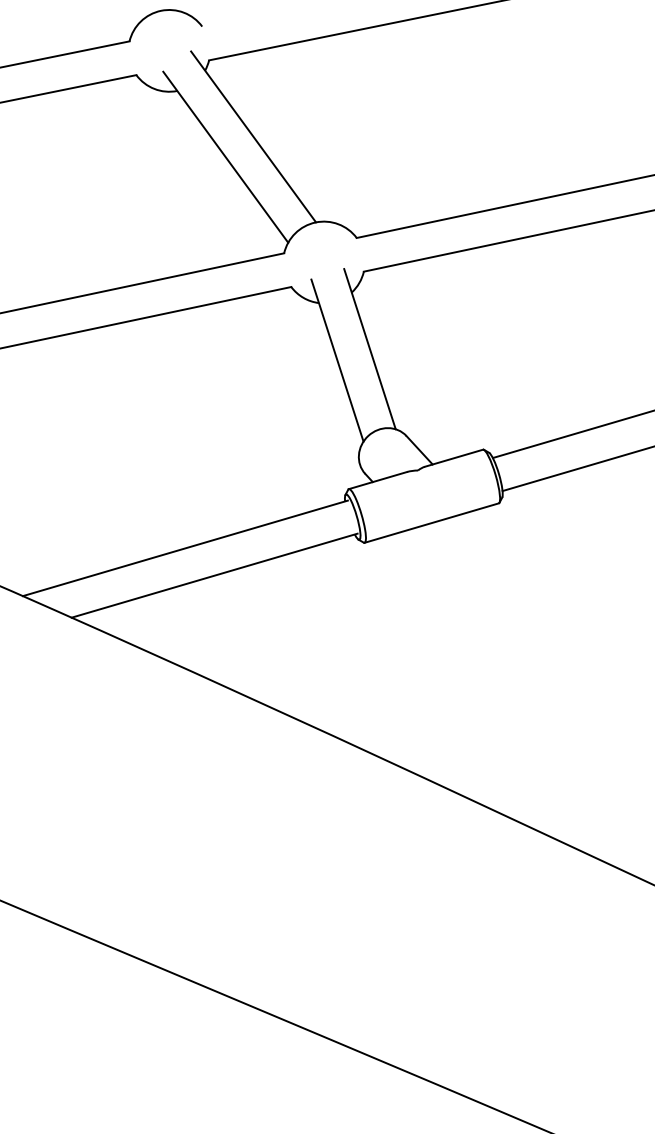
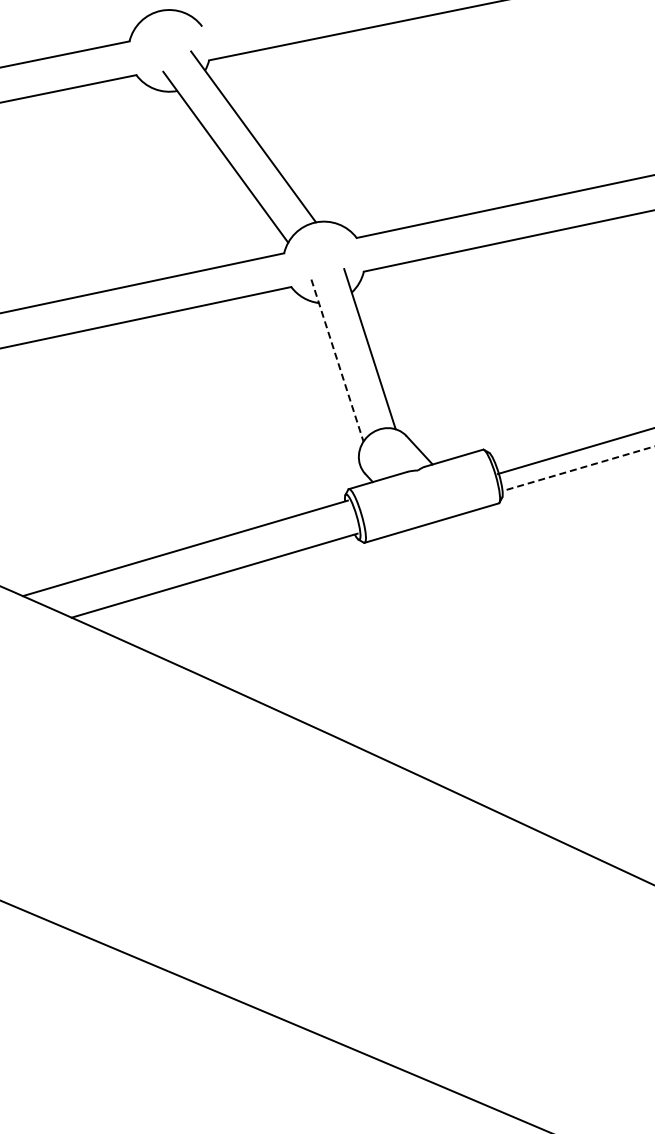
line at (337, 361): solid -> dashed
line at (571, 434) position: (571, 434) -> (574, 451)
line at (578, 468): solid -> dashed
